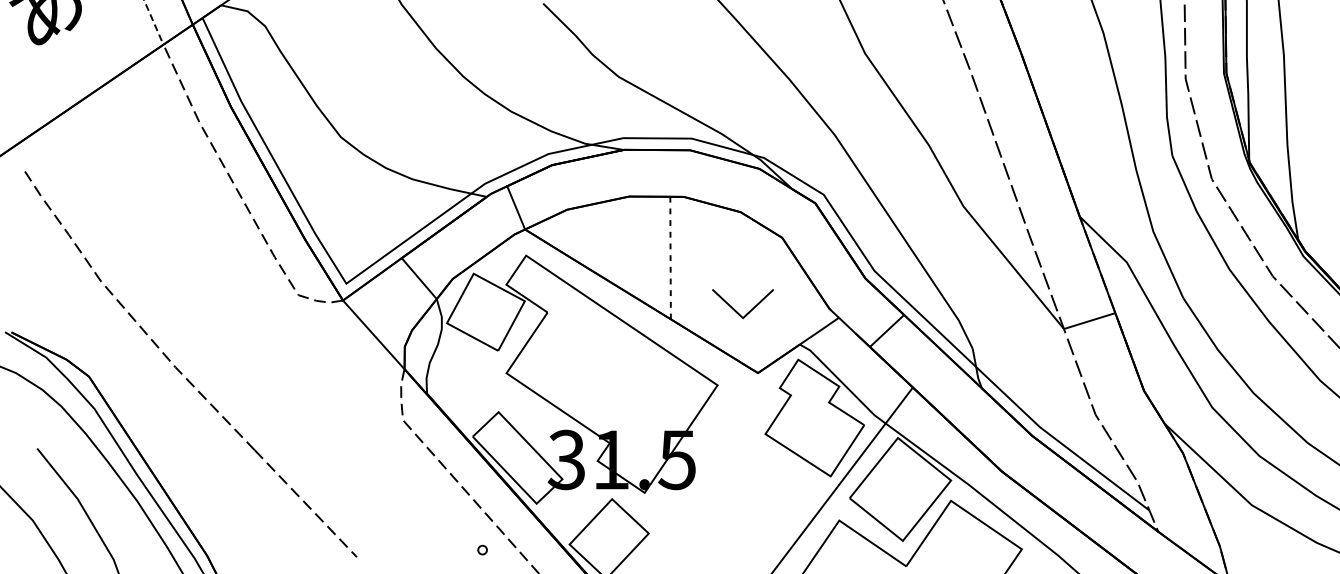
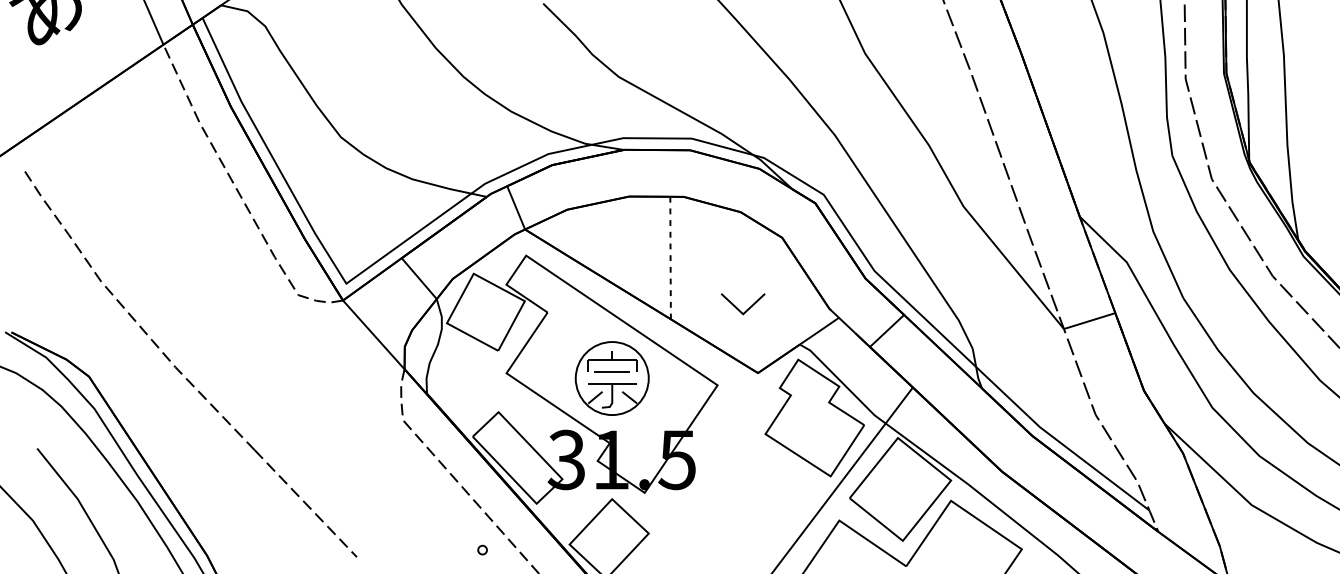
line at (153, 22): dashed -> solid
part at (743, 304) size: 63x31 px -> 45x23 px
part at (611, 378): none -> present
